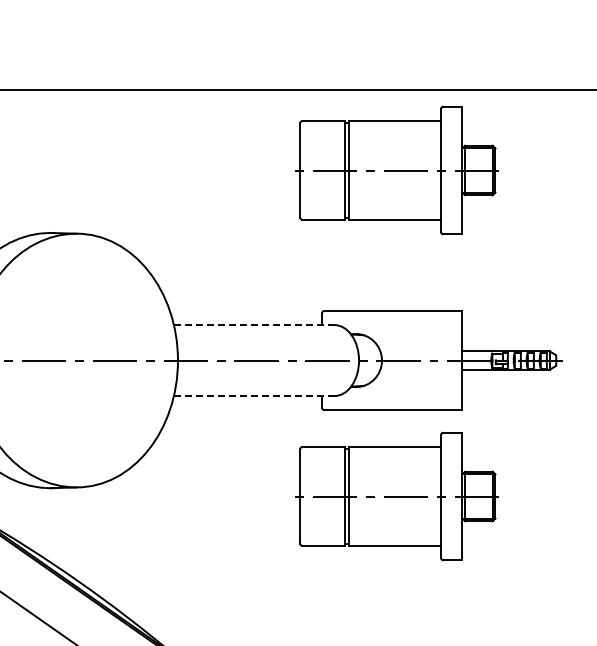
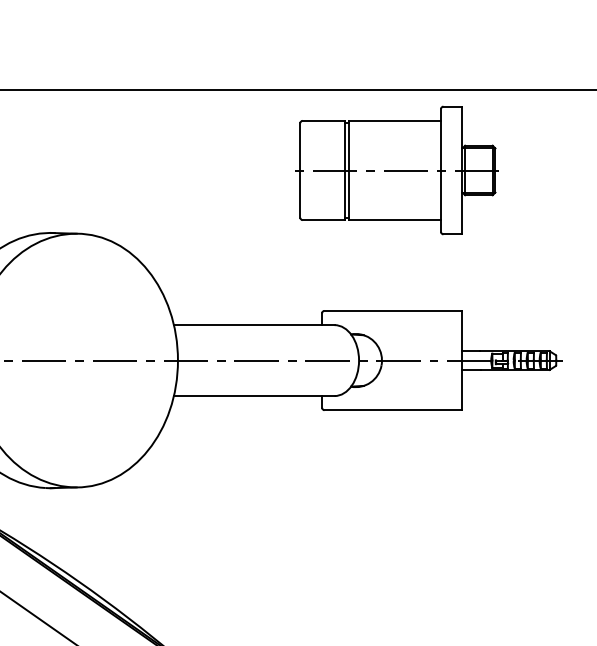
line at (254, 325): dashed -> solid
line at (254, 396): dashed -> solid
part at (396, 496): present -> none
